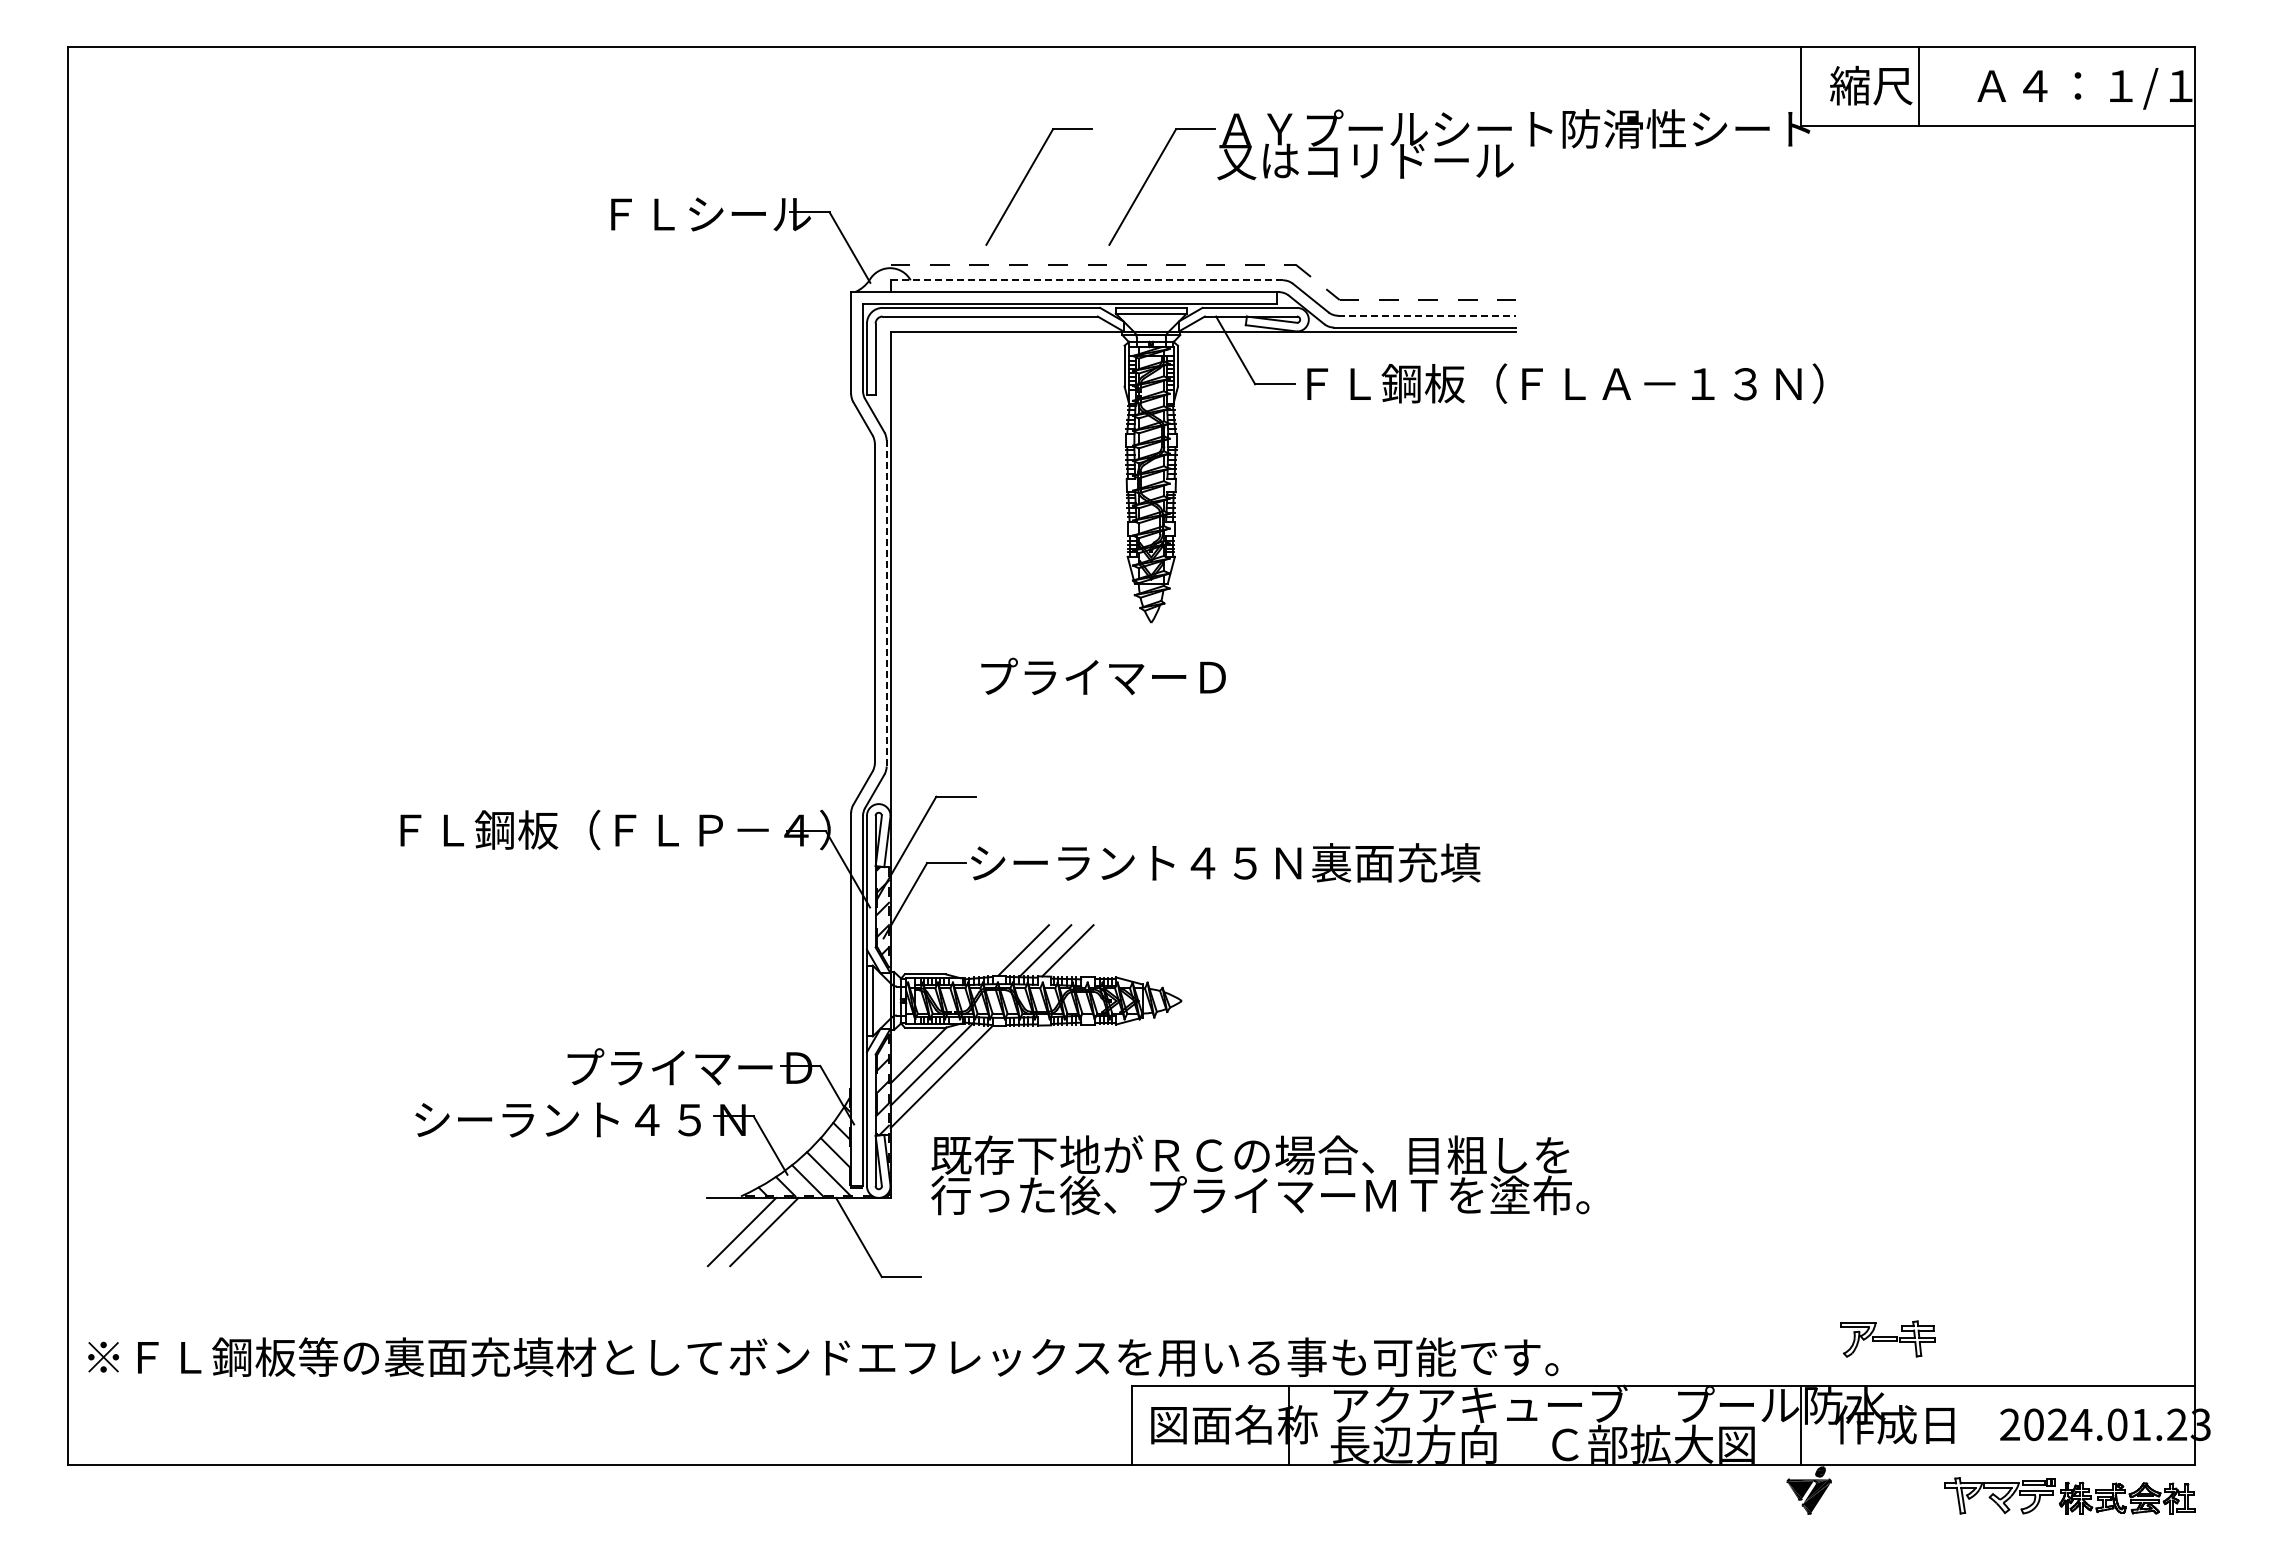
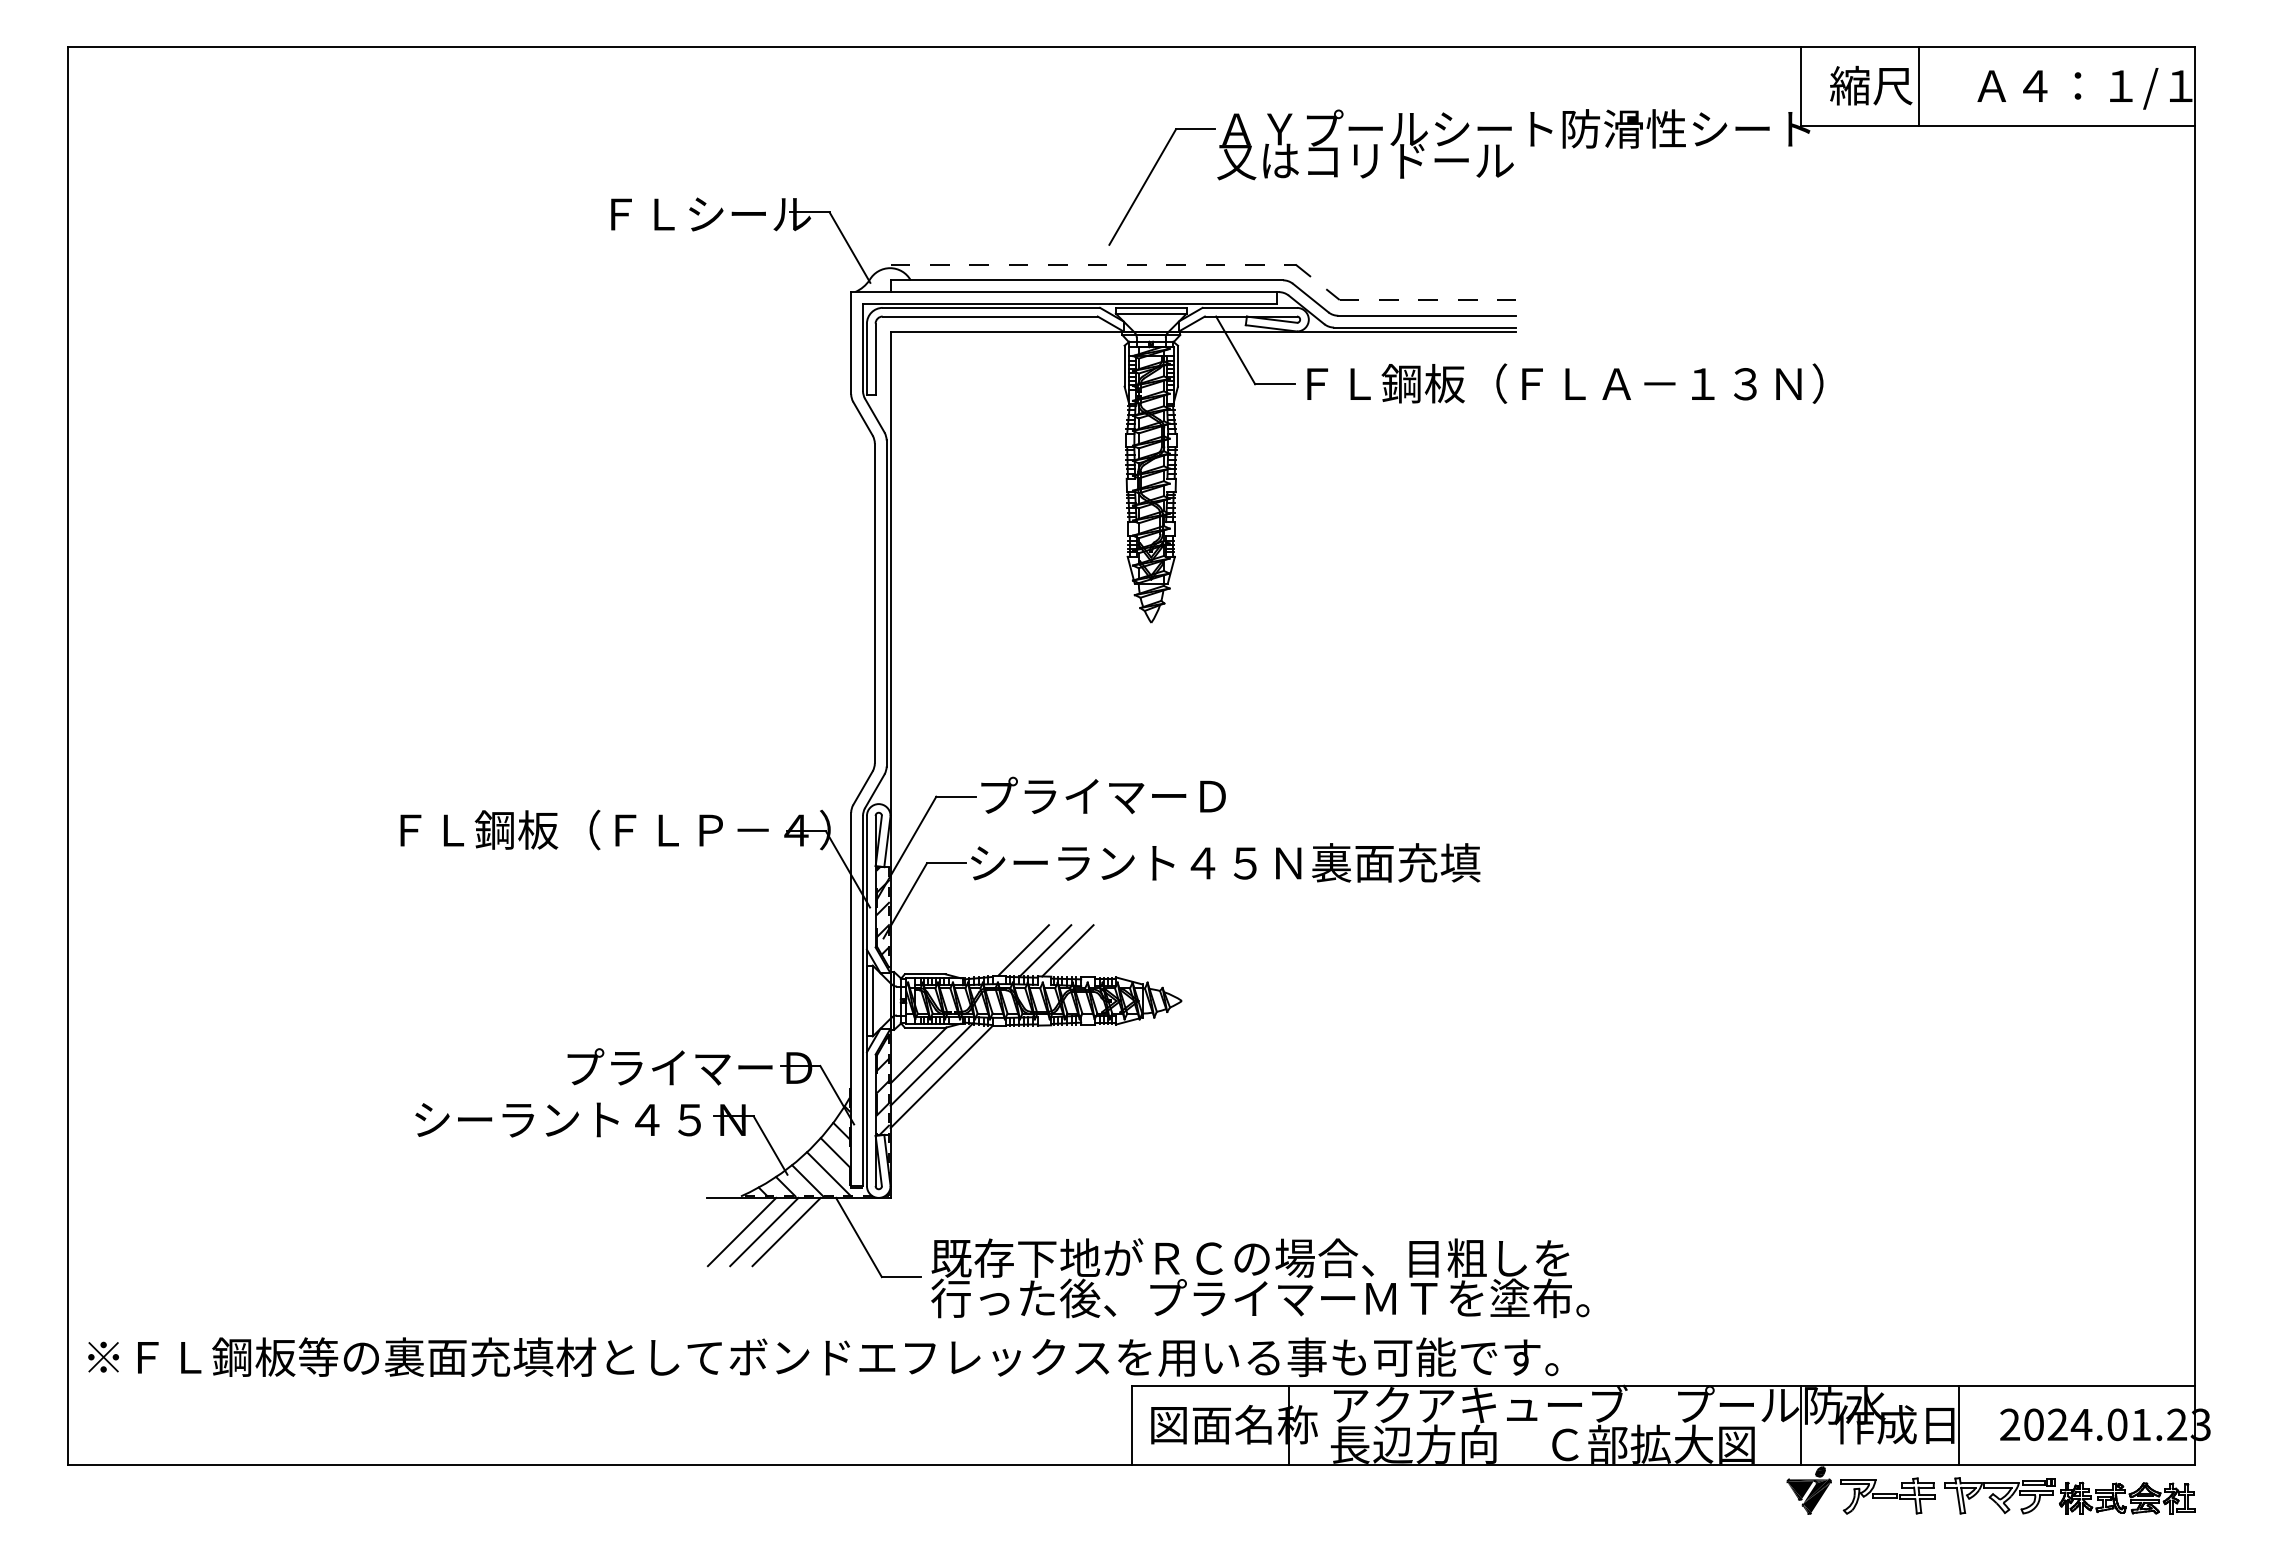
part at (1025, 179): present -> none
line at (1087, 280): dashed -> solid
line at (1427, 315): dashed -> solid
line at (886, 603): dashed -> solid
text at (1103, 676) position: (1103, 676) -> (1103, 795)
text at (1260, 1175) position: (1260, 1175) -> (1260, 1278)
line at (786, 1231): none -> present
part at (1887, 1338) position: (1887, 1338) -> (1887, 1495)
line at (1958, 1424): none -> present
